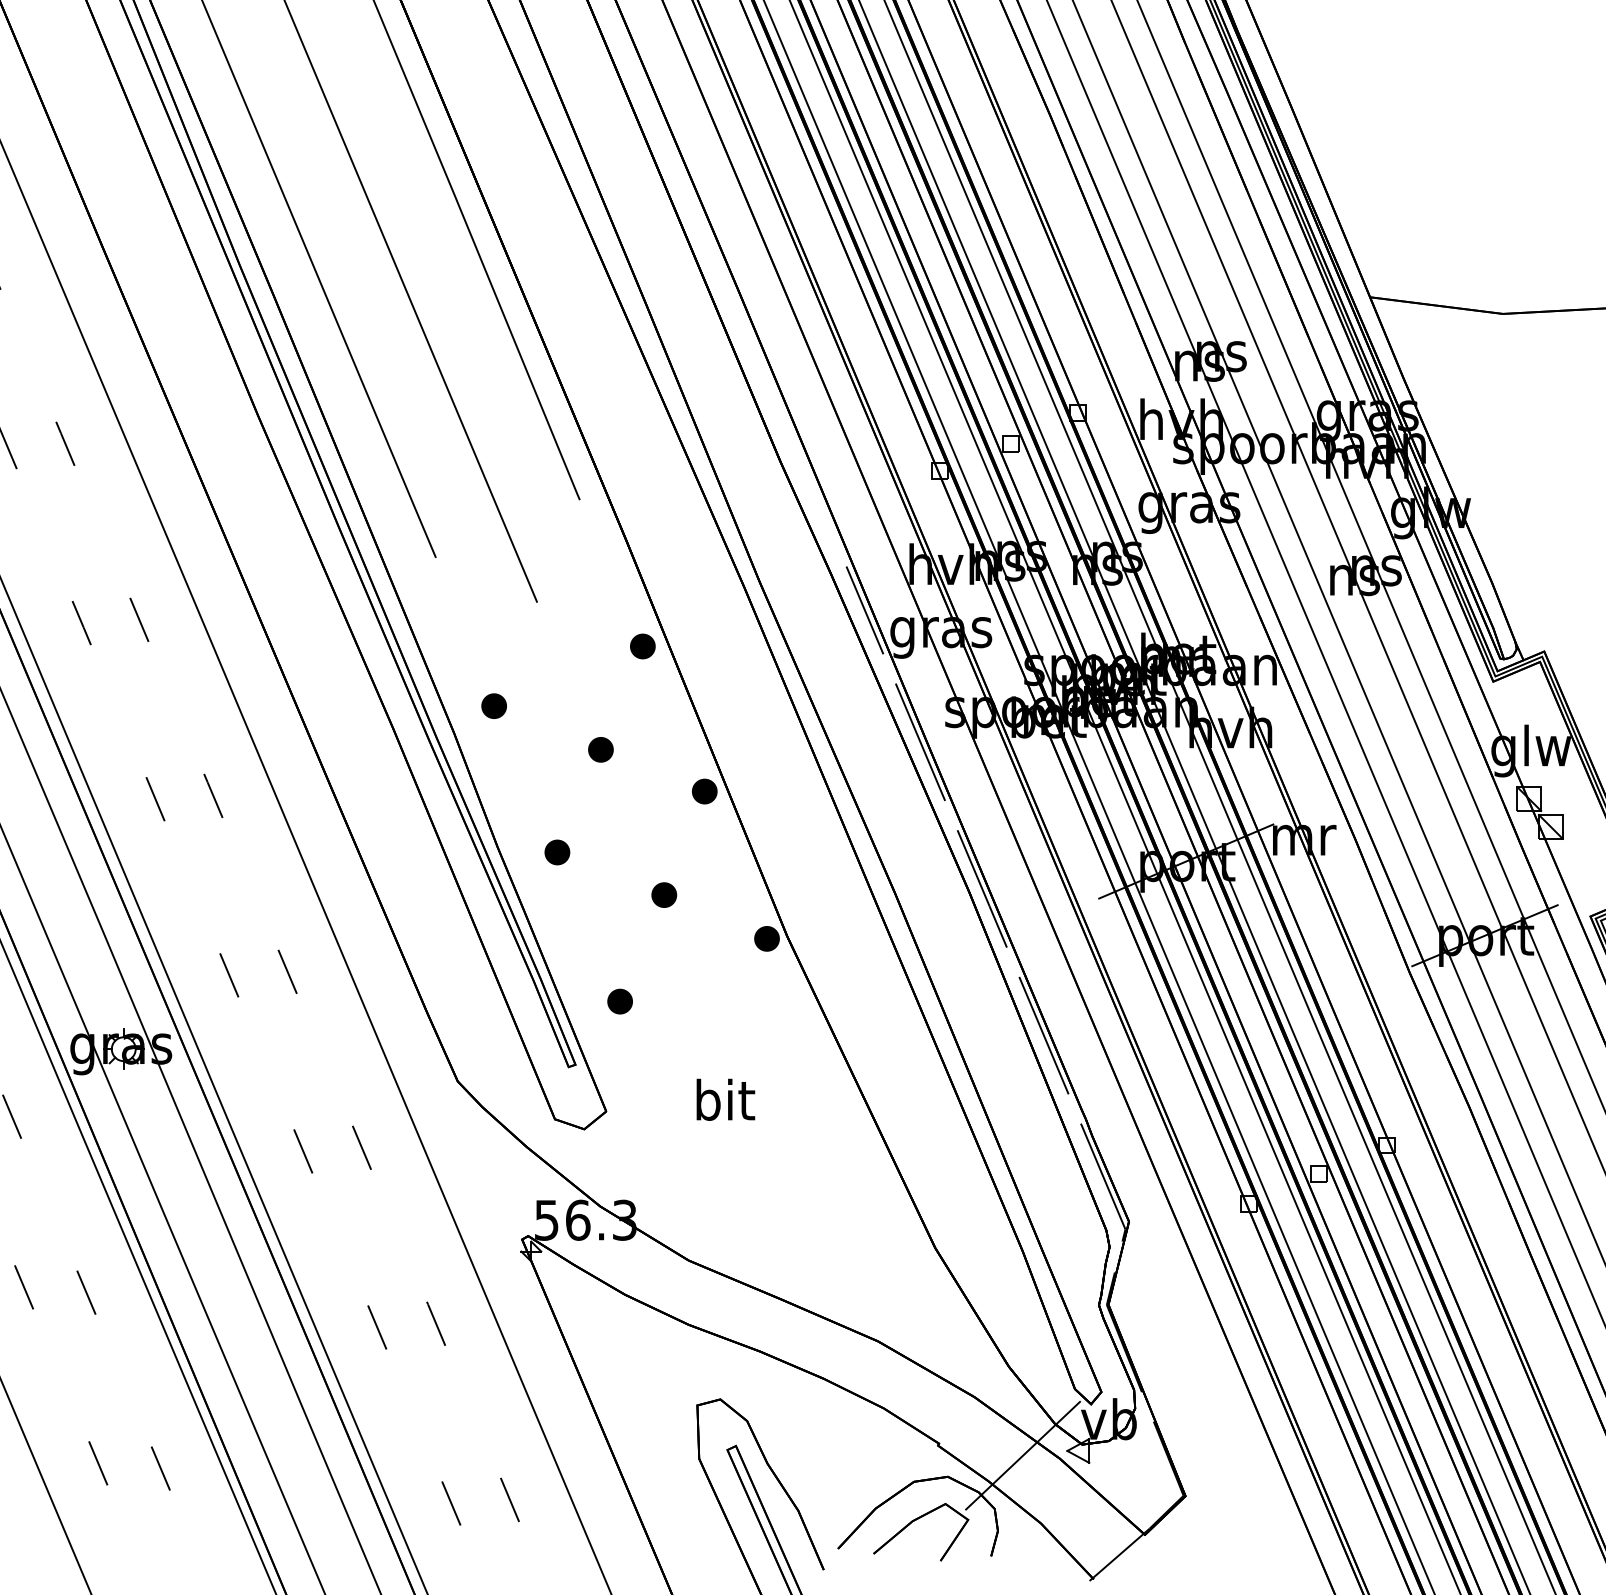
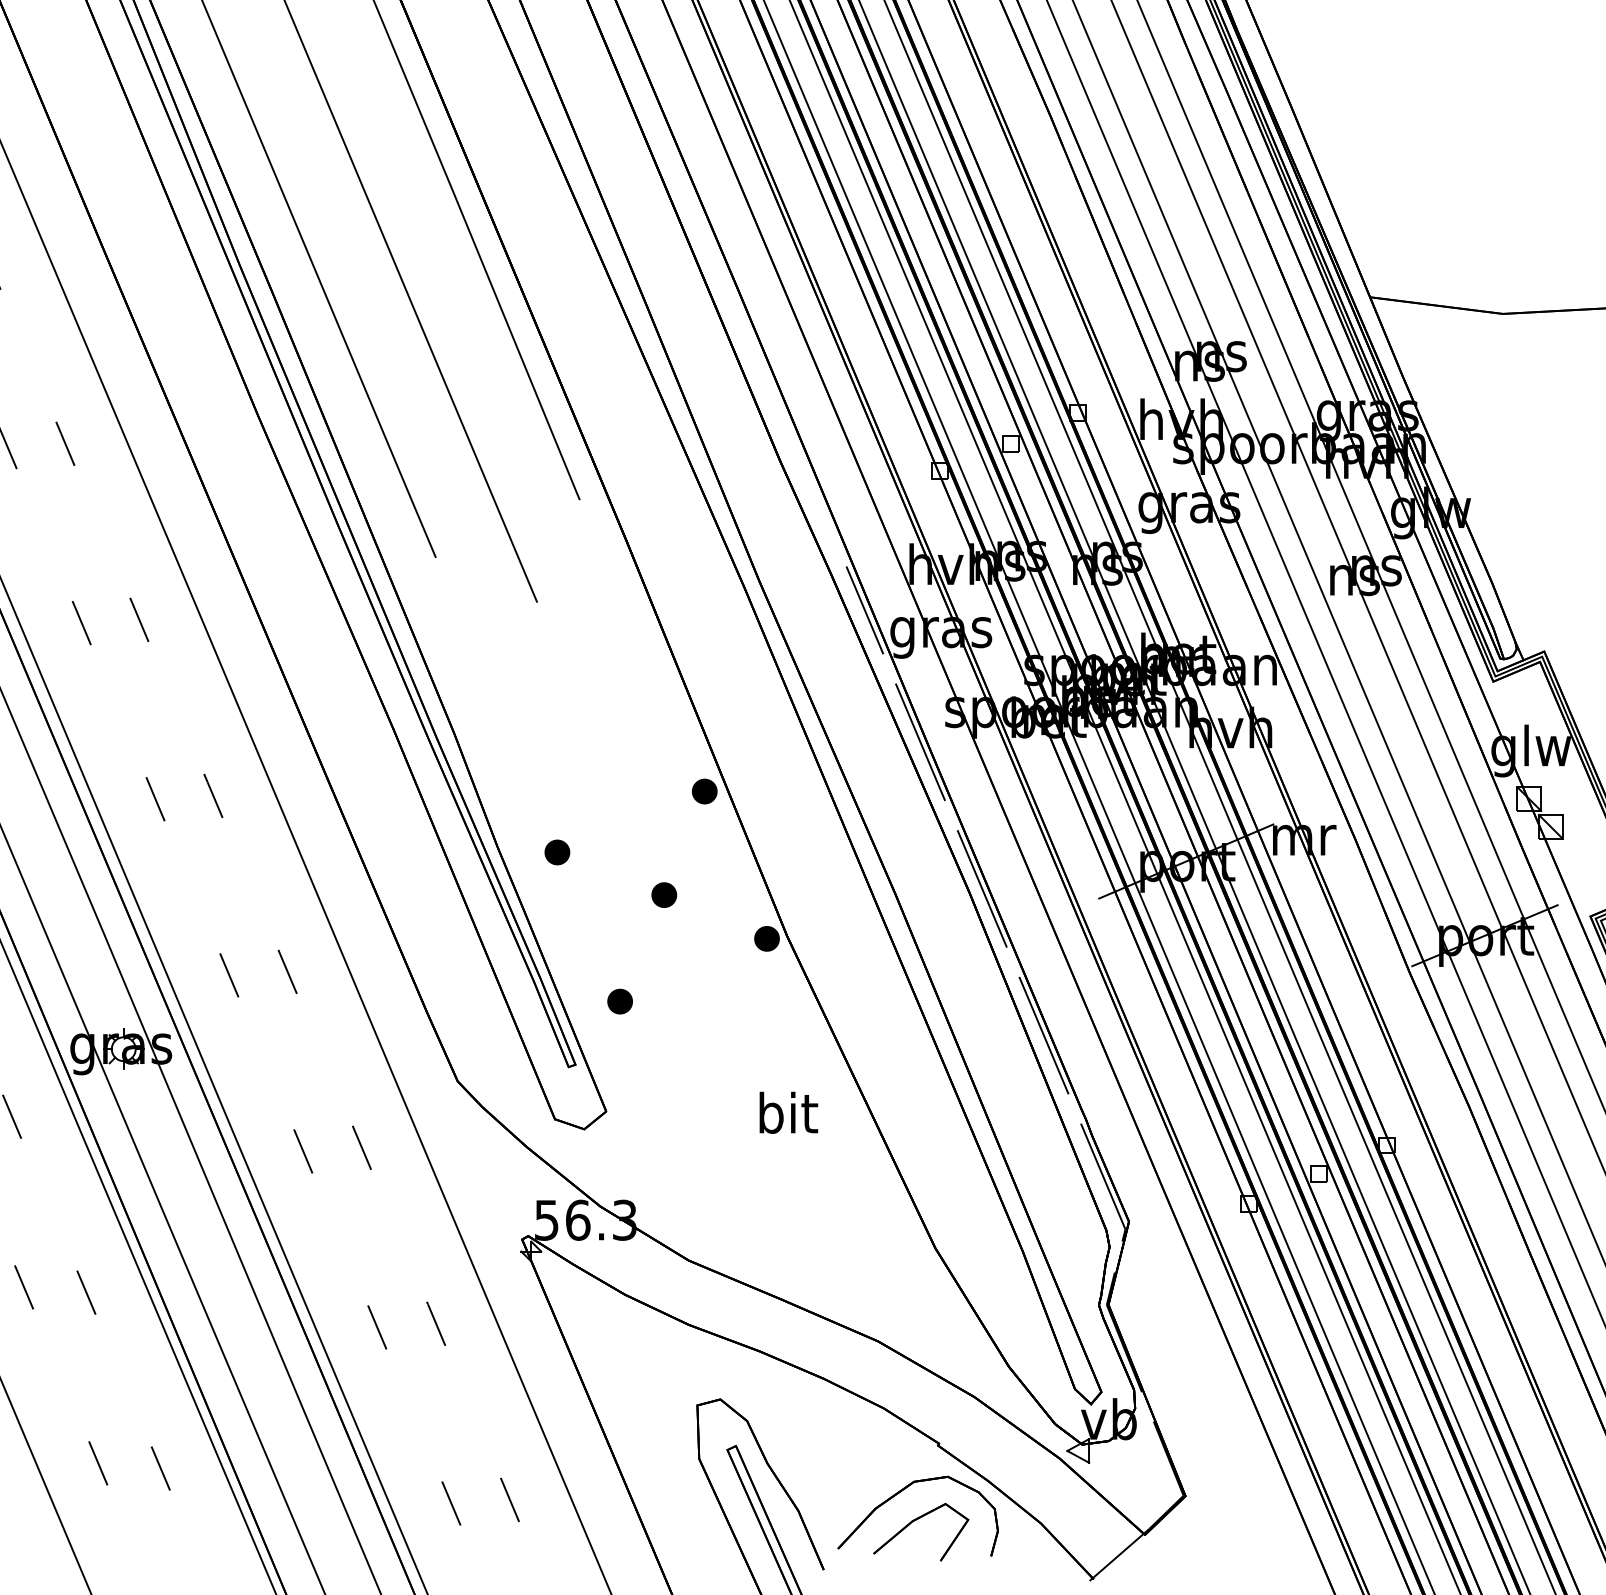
part at (642, 646): present -> none
part at (493, 705): present -> none
part at (600, 749): present -> none
text at (725, 1099) position: (725, 1099) -> (788, 1112)
line at (1023, 1455): present -> none
